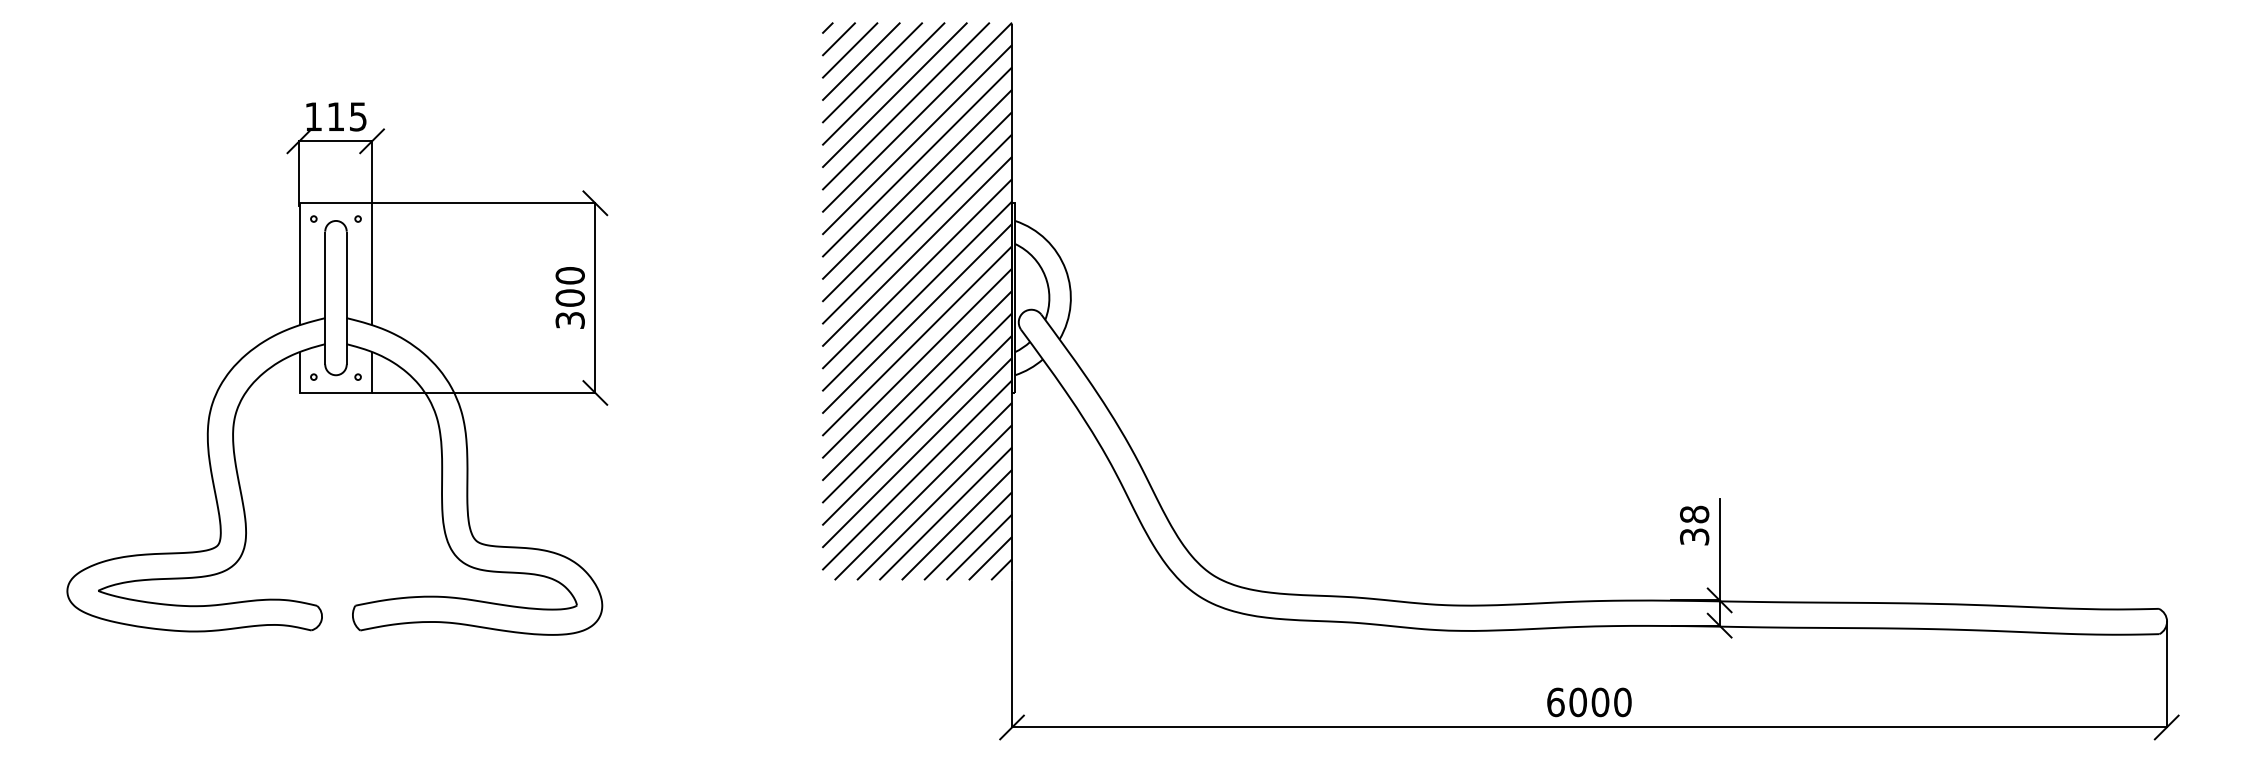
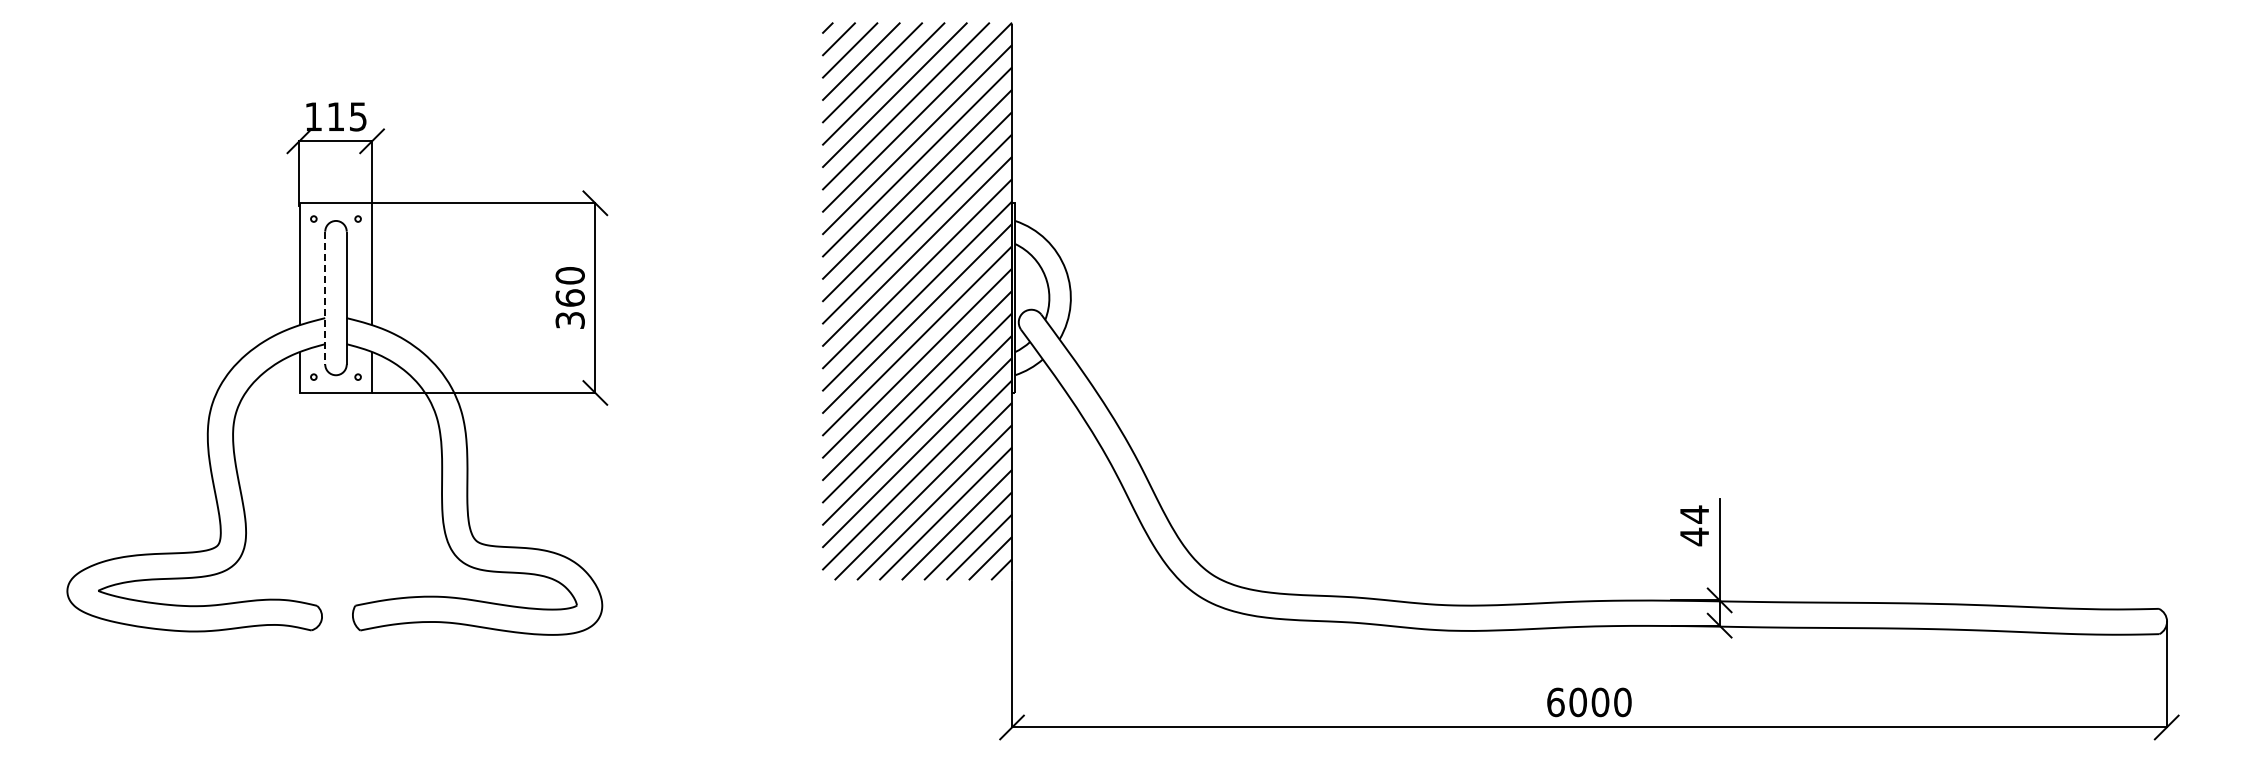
text at (569, 297): 300 -> 360
line at (325, 298): solid -> dashed
text at (1694, 525): 38 -> 44
